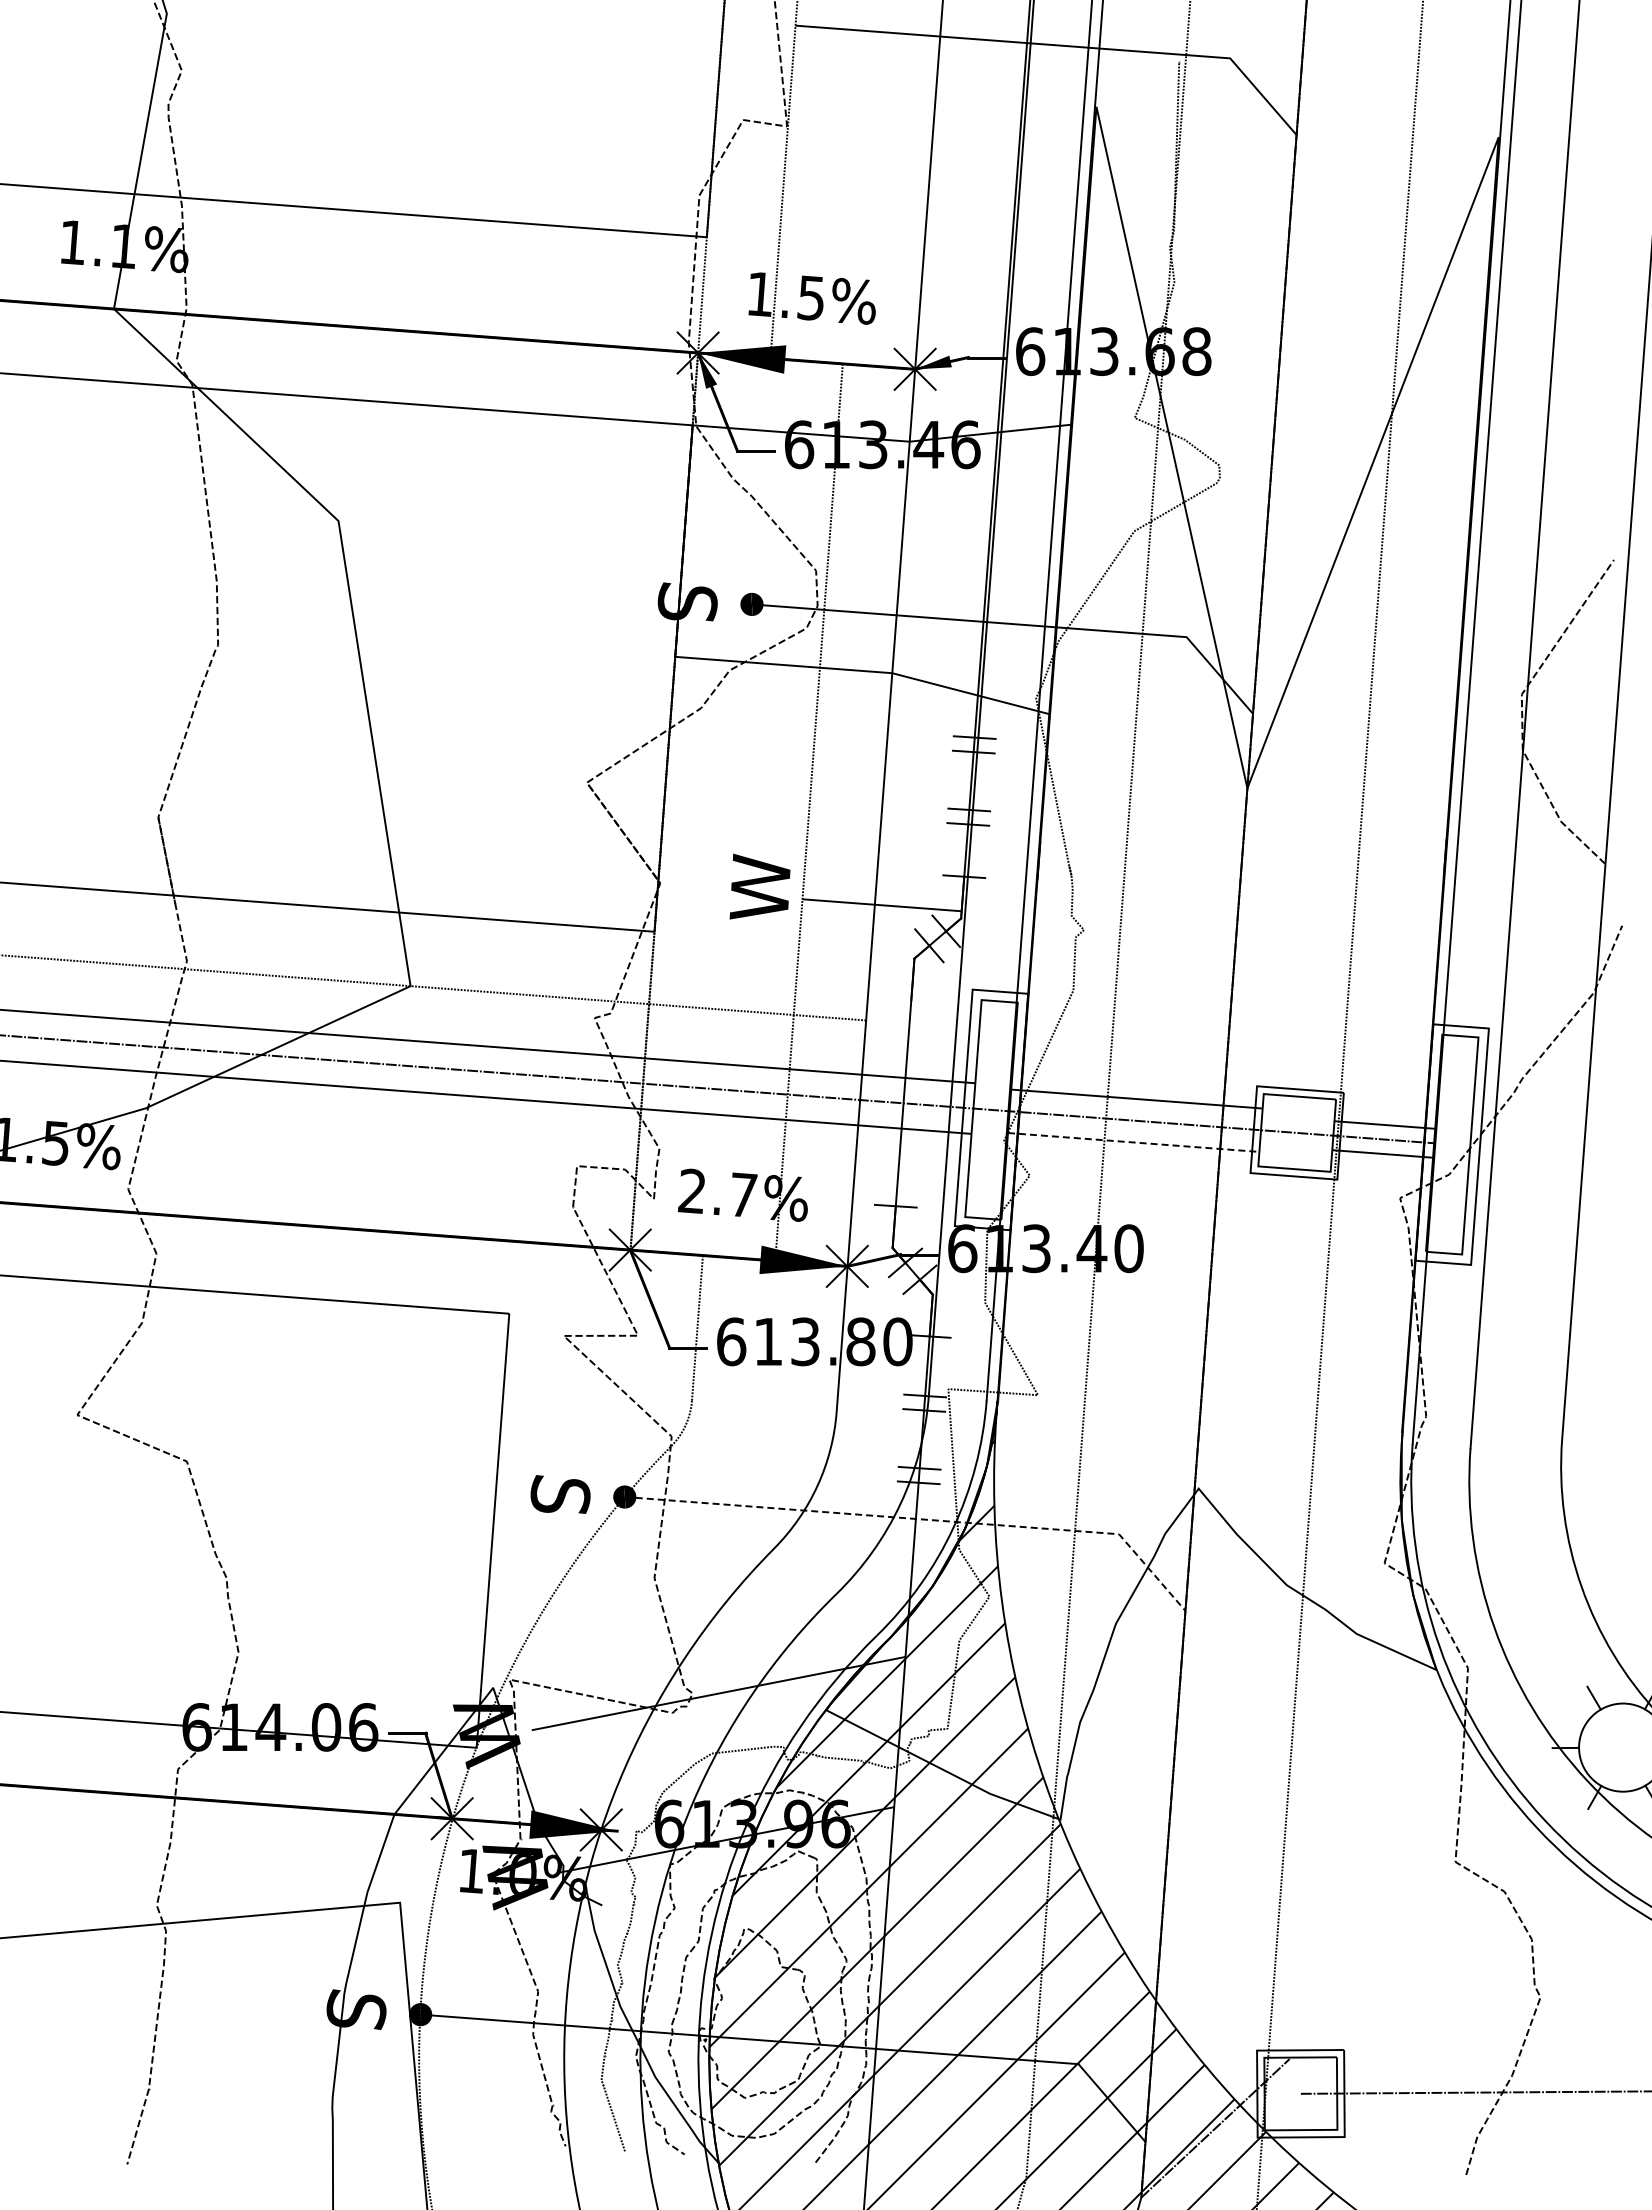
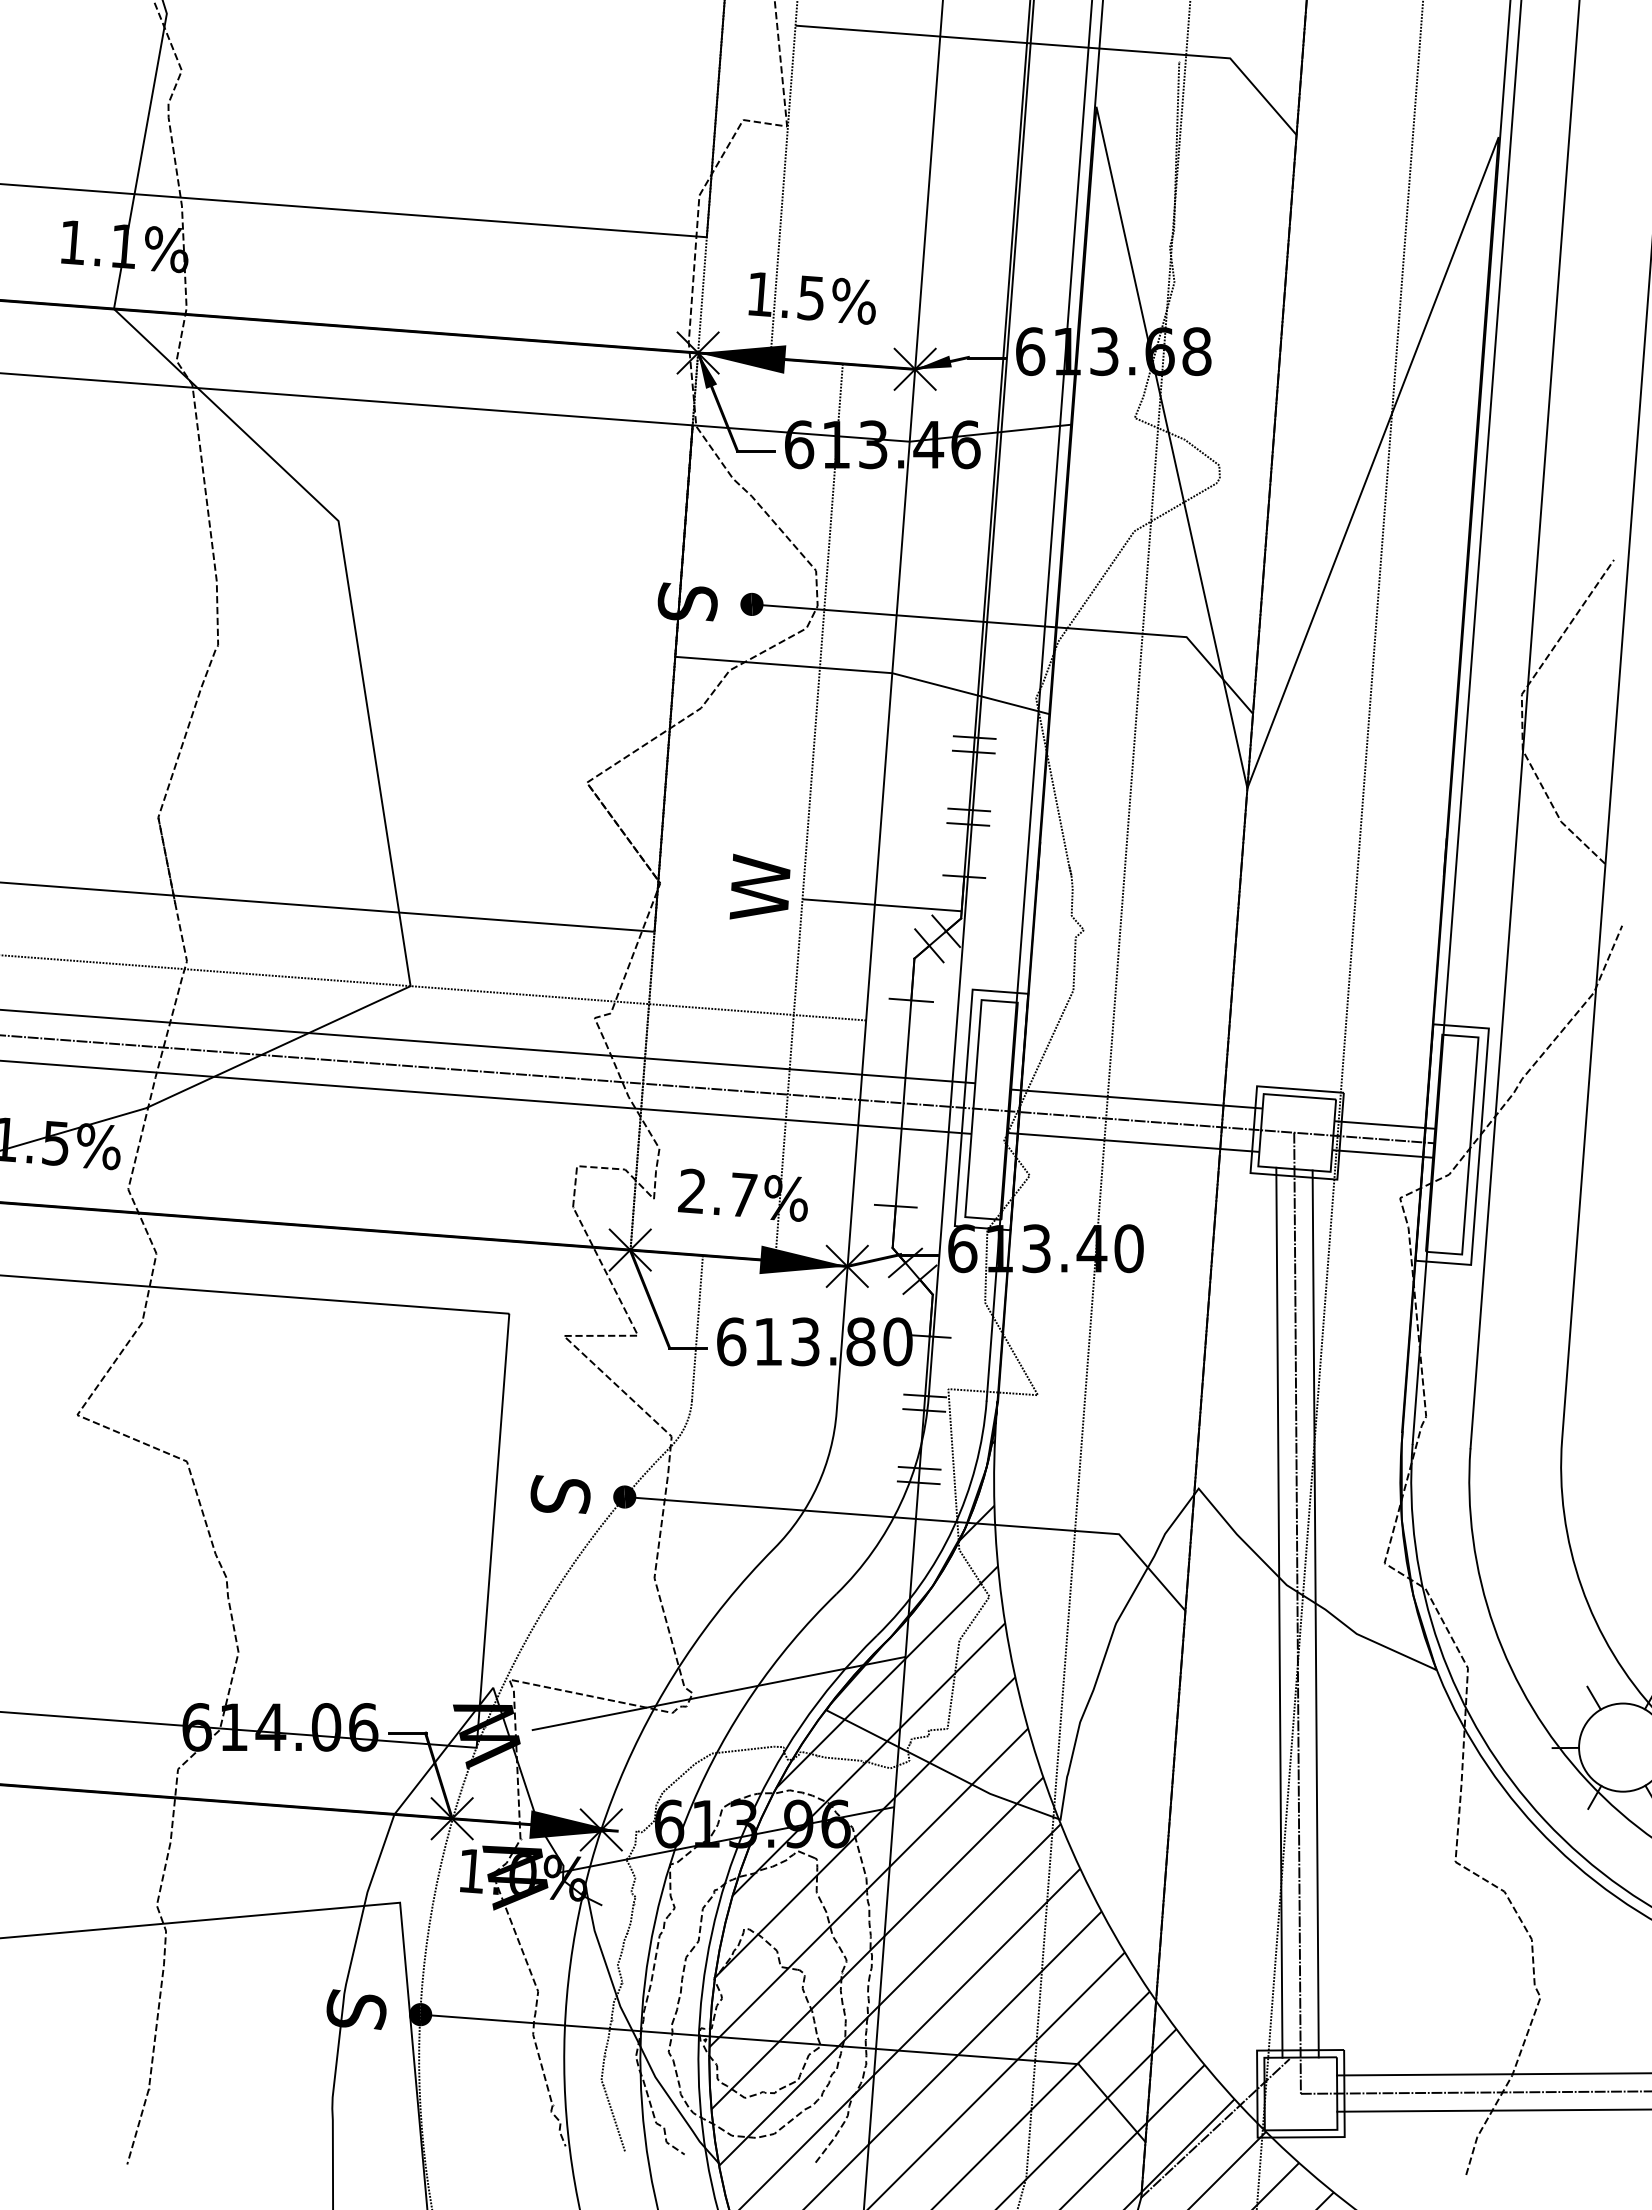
line at (911, 1000): none -> present
line at (1134, 1142): dashed -> solid
line at (923, 1519): dashed -> solid
line at (1279, 1612): none -> present
line at (1297, 1612): none -> present
line at (1315, 1613): none -> present
line at (1492, 2074): none -> present
line at (1492, 2110): none -> present
